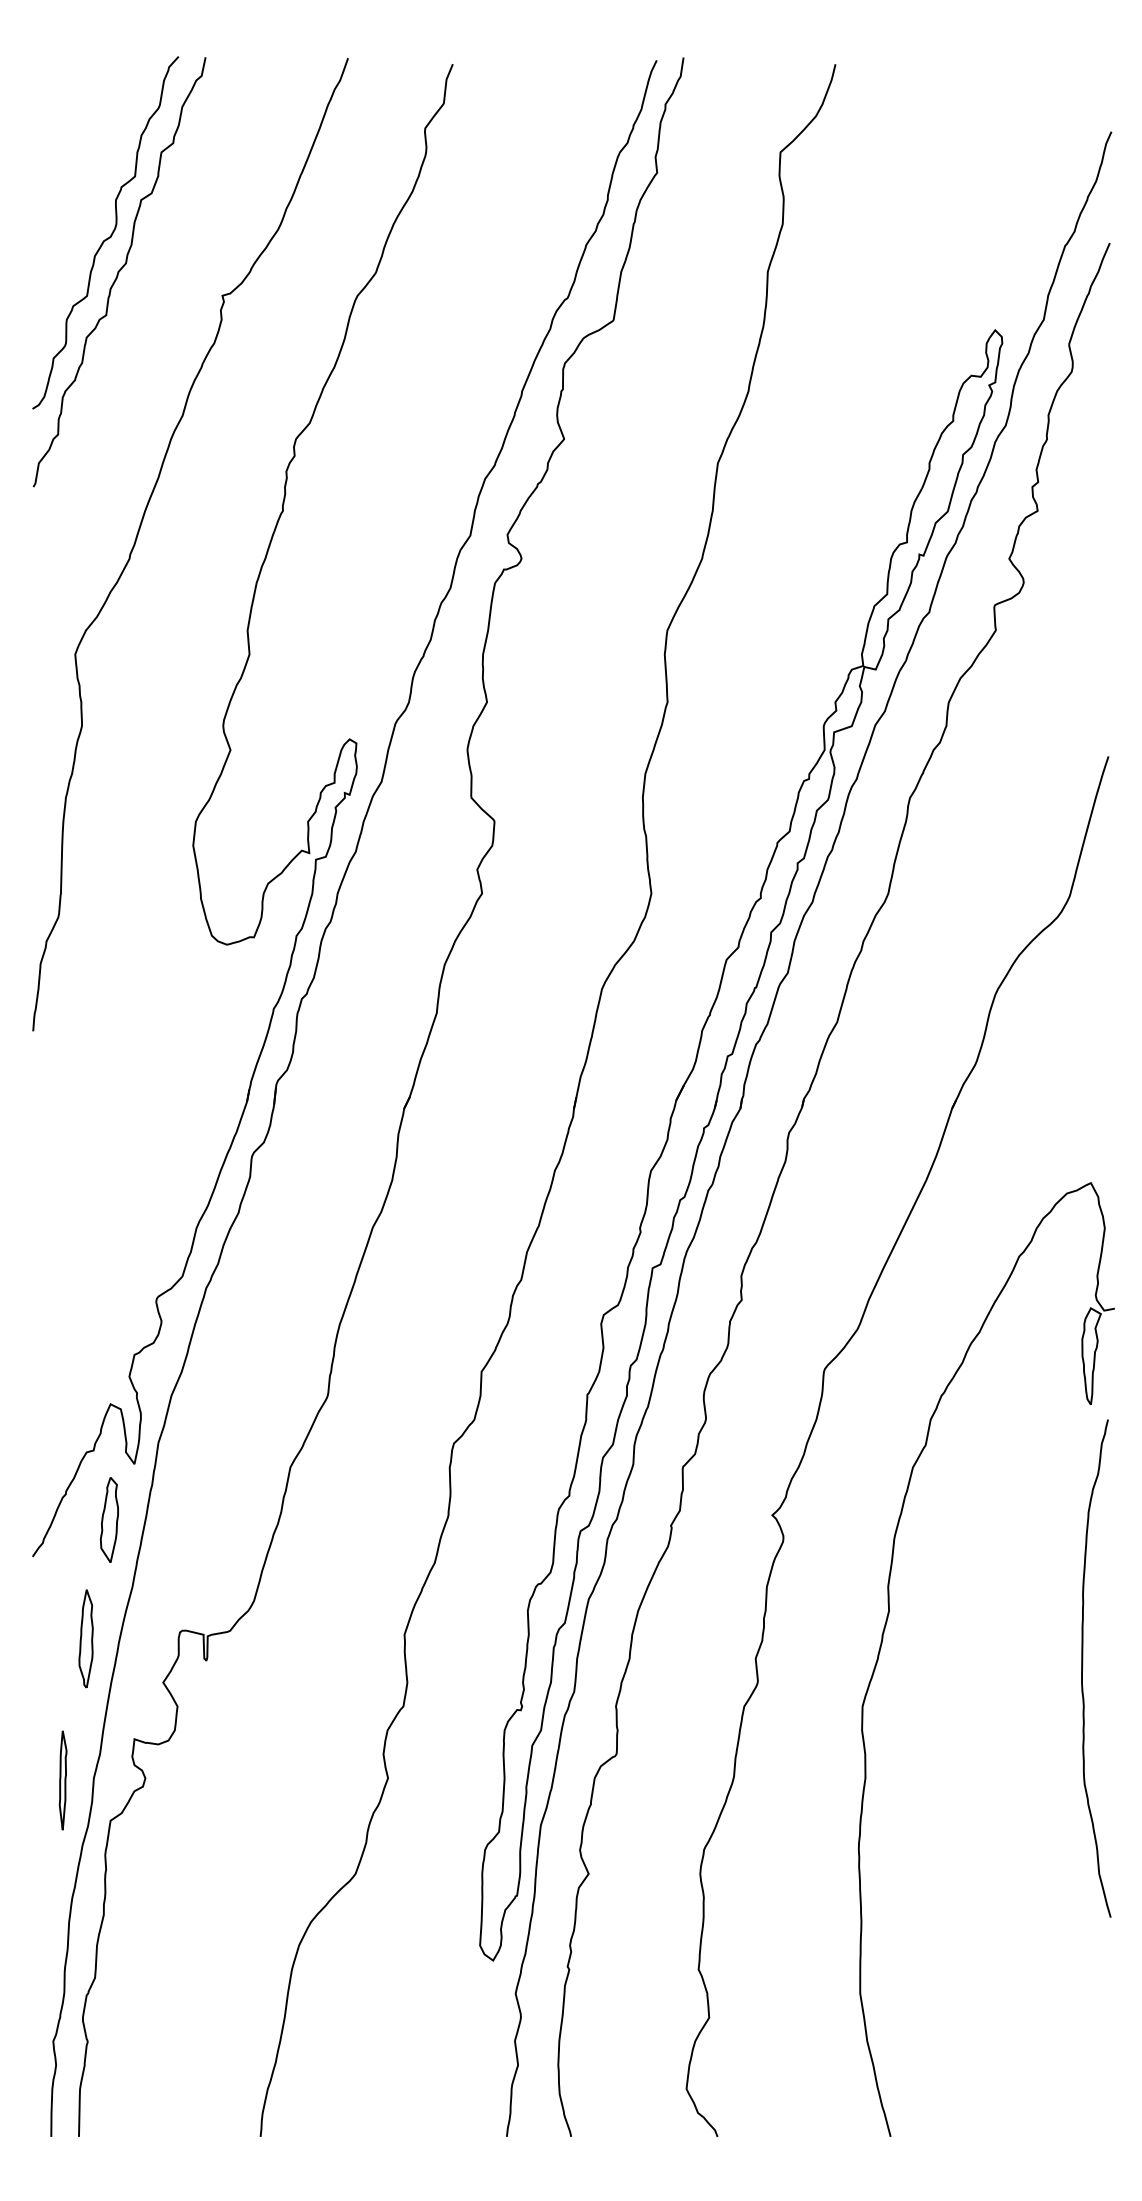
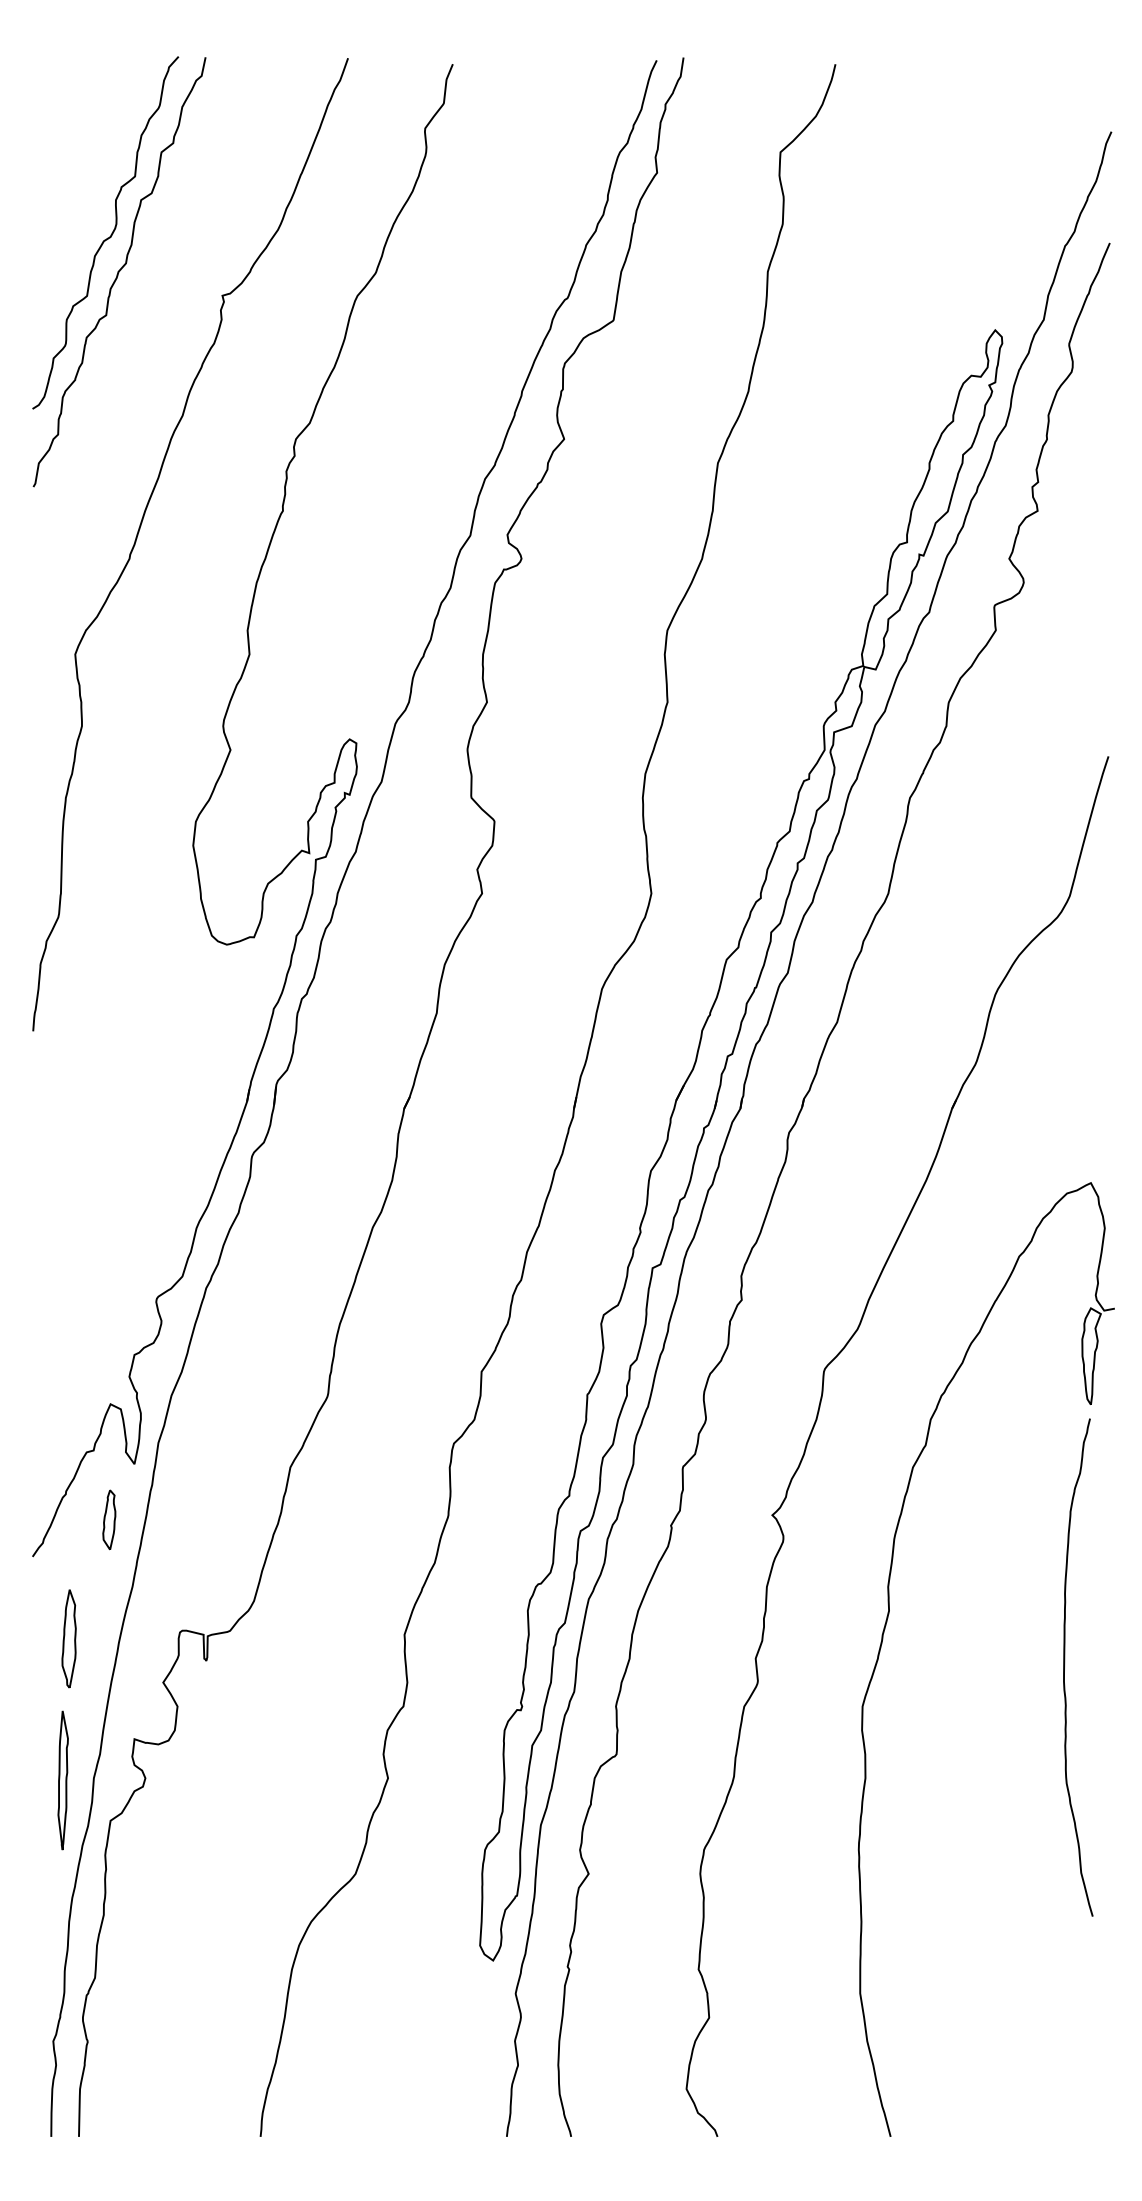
part at (108, 1519) size: 20x86 px -> 15x62 px
part at (85, 1638) position: (85, 1638) -> (68, 1638)
curve at (1083, 1665) position: (1083, 1665) -> (1065, 1664)
part at (62, 1780) size: 10x101 px -> 12x141 px
